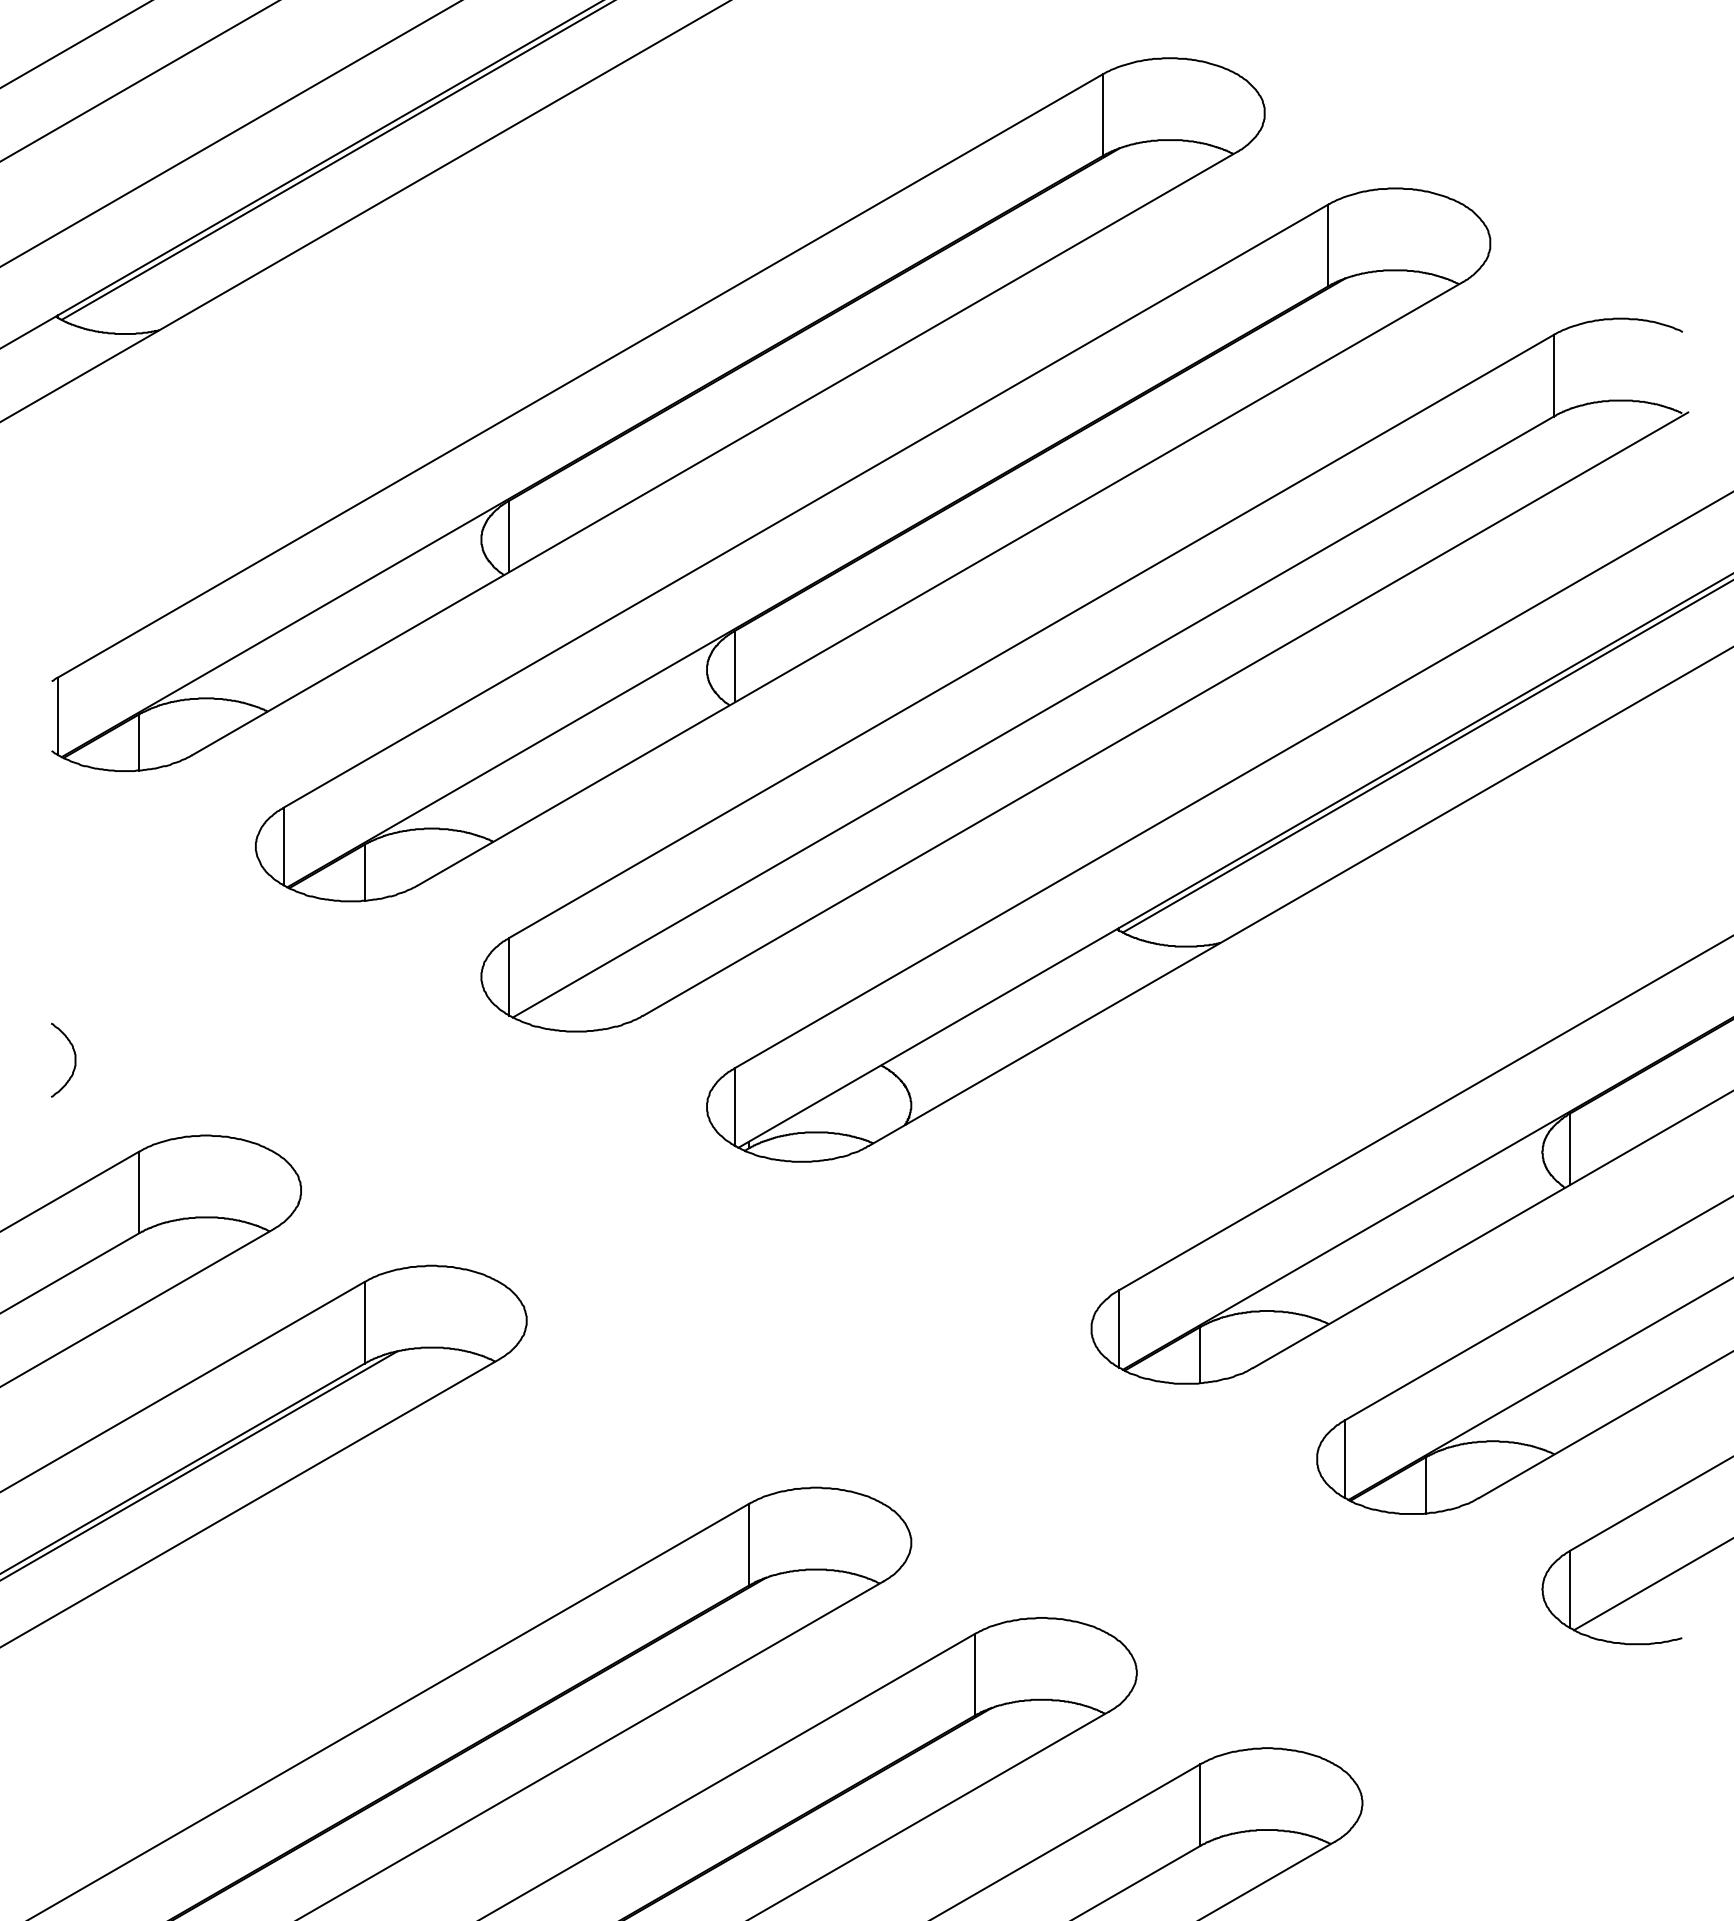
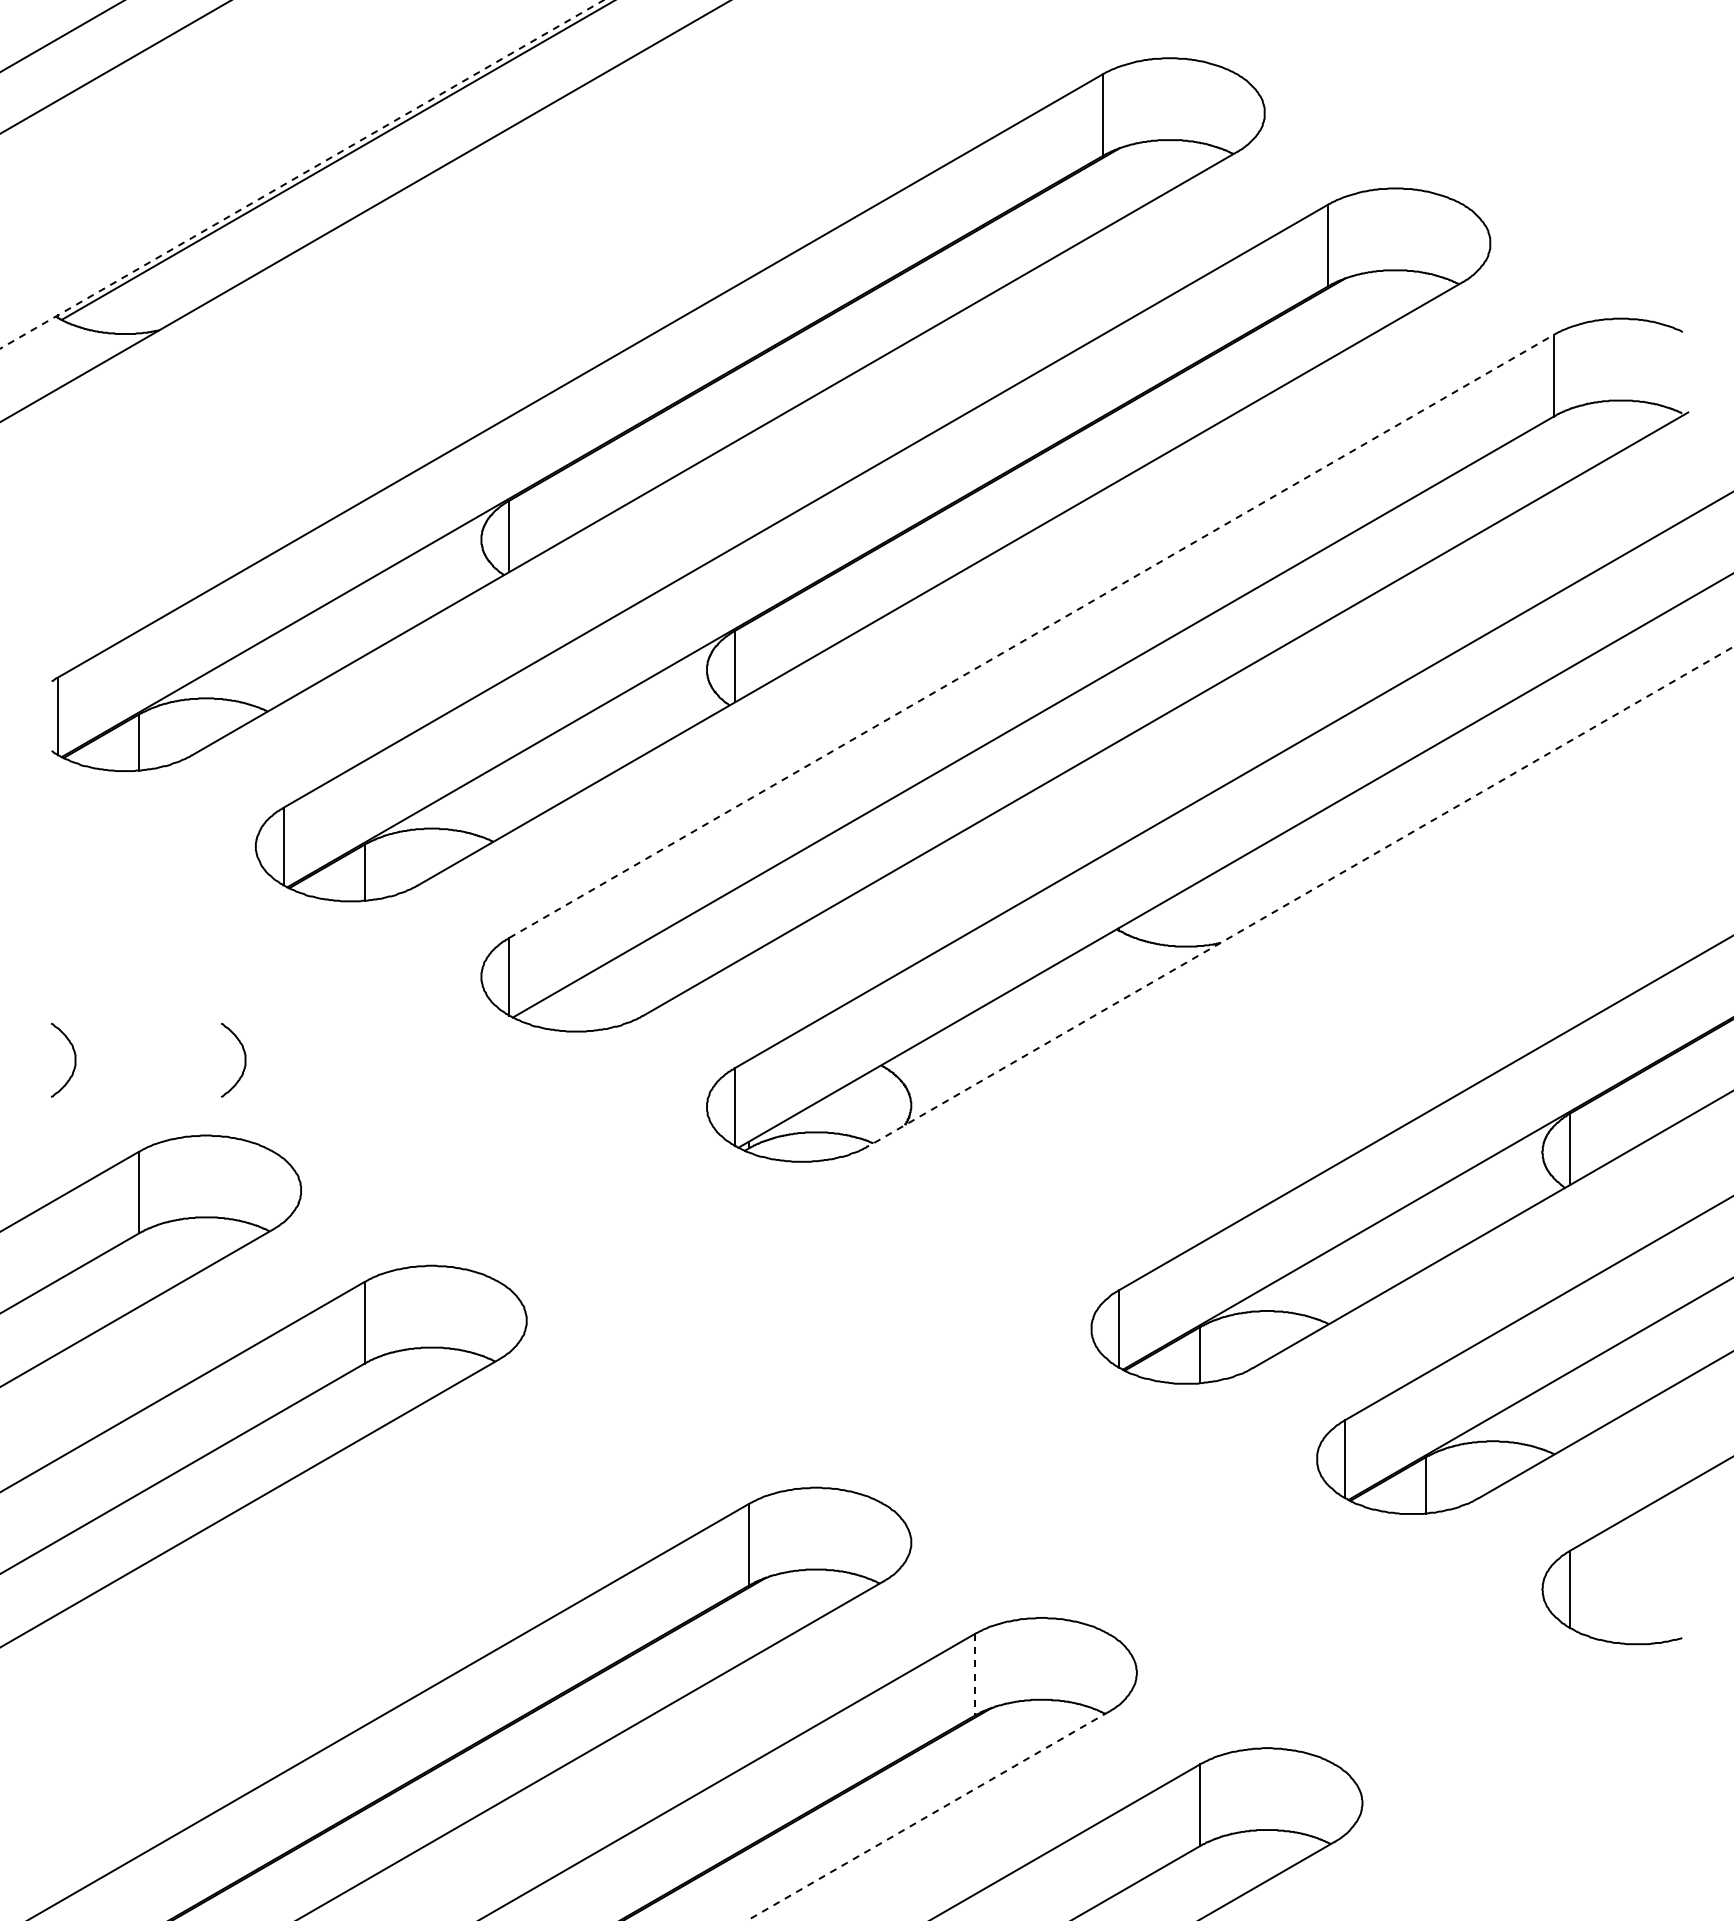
line at (75, 44) position: (75, 44) -> (61, 36)
line at (139, 81) position: (139, 81) -> (114, 67)
line at (230, 133): present -> none
line at (302, 174): solid -> dashed
line at (1031, 636): solid -> dashed
line at (1426, 756): present -> none
line at (1301, 896): solid -> dashed
curve at (244, 1059): none -> present
line at (199, 1465): present -> none
line at (1651, 1584): present -> none
line at (974, 1675): solid -> dashed
line at (928, 1816): solid -> dashed
